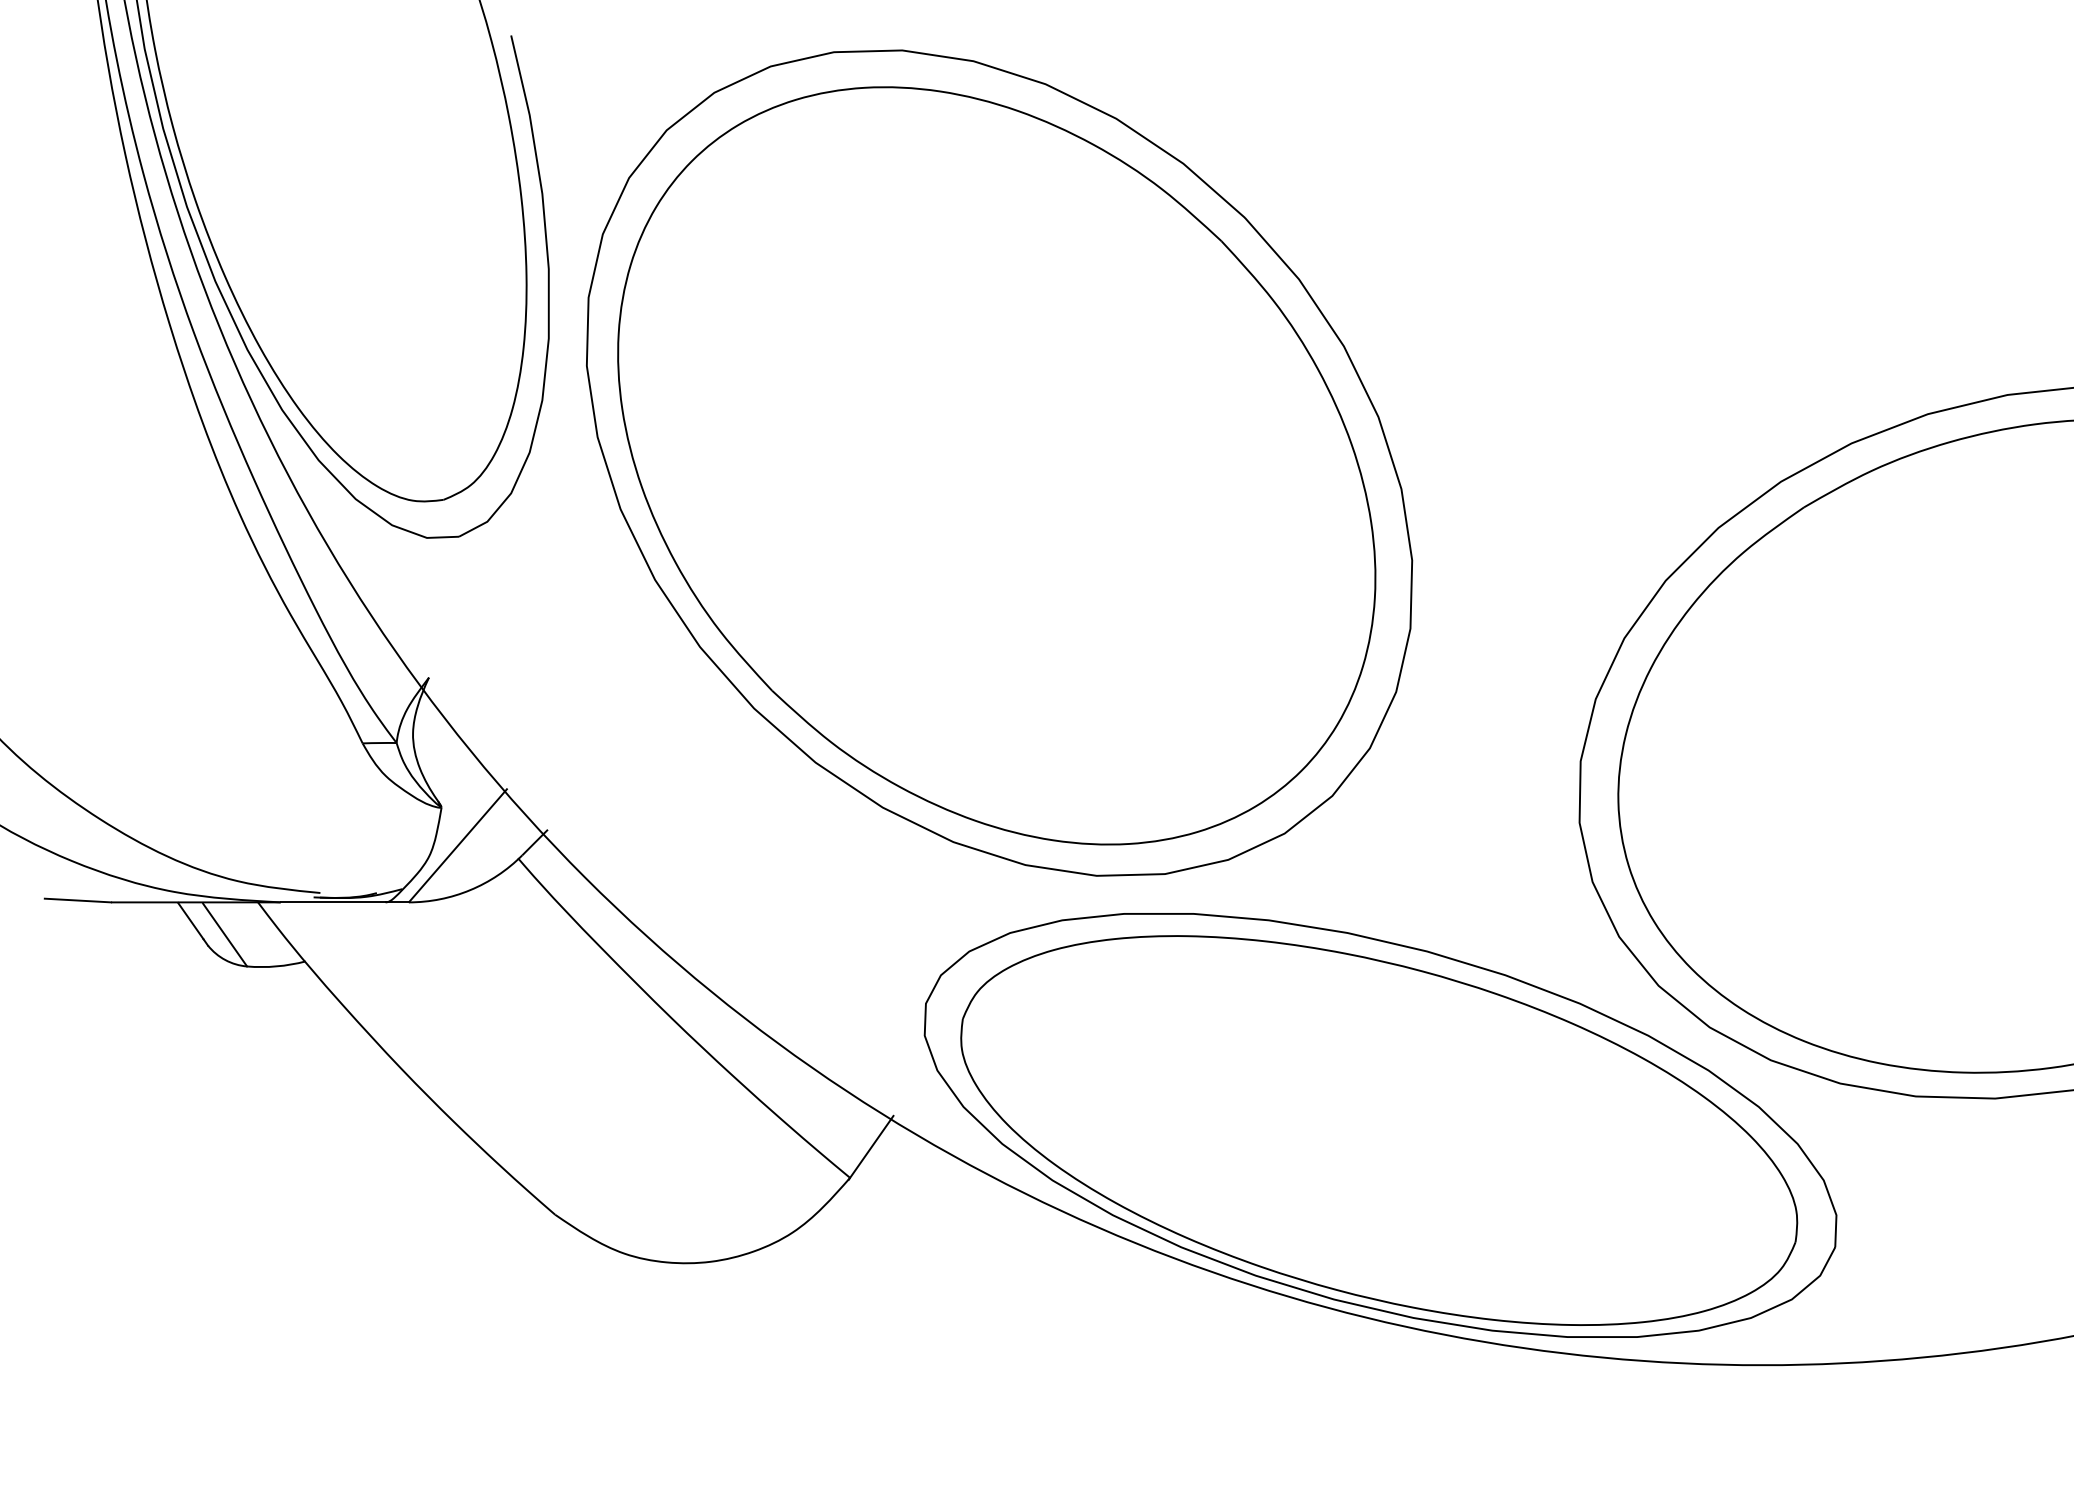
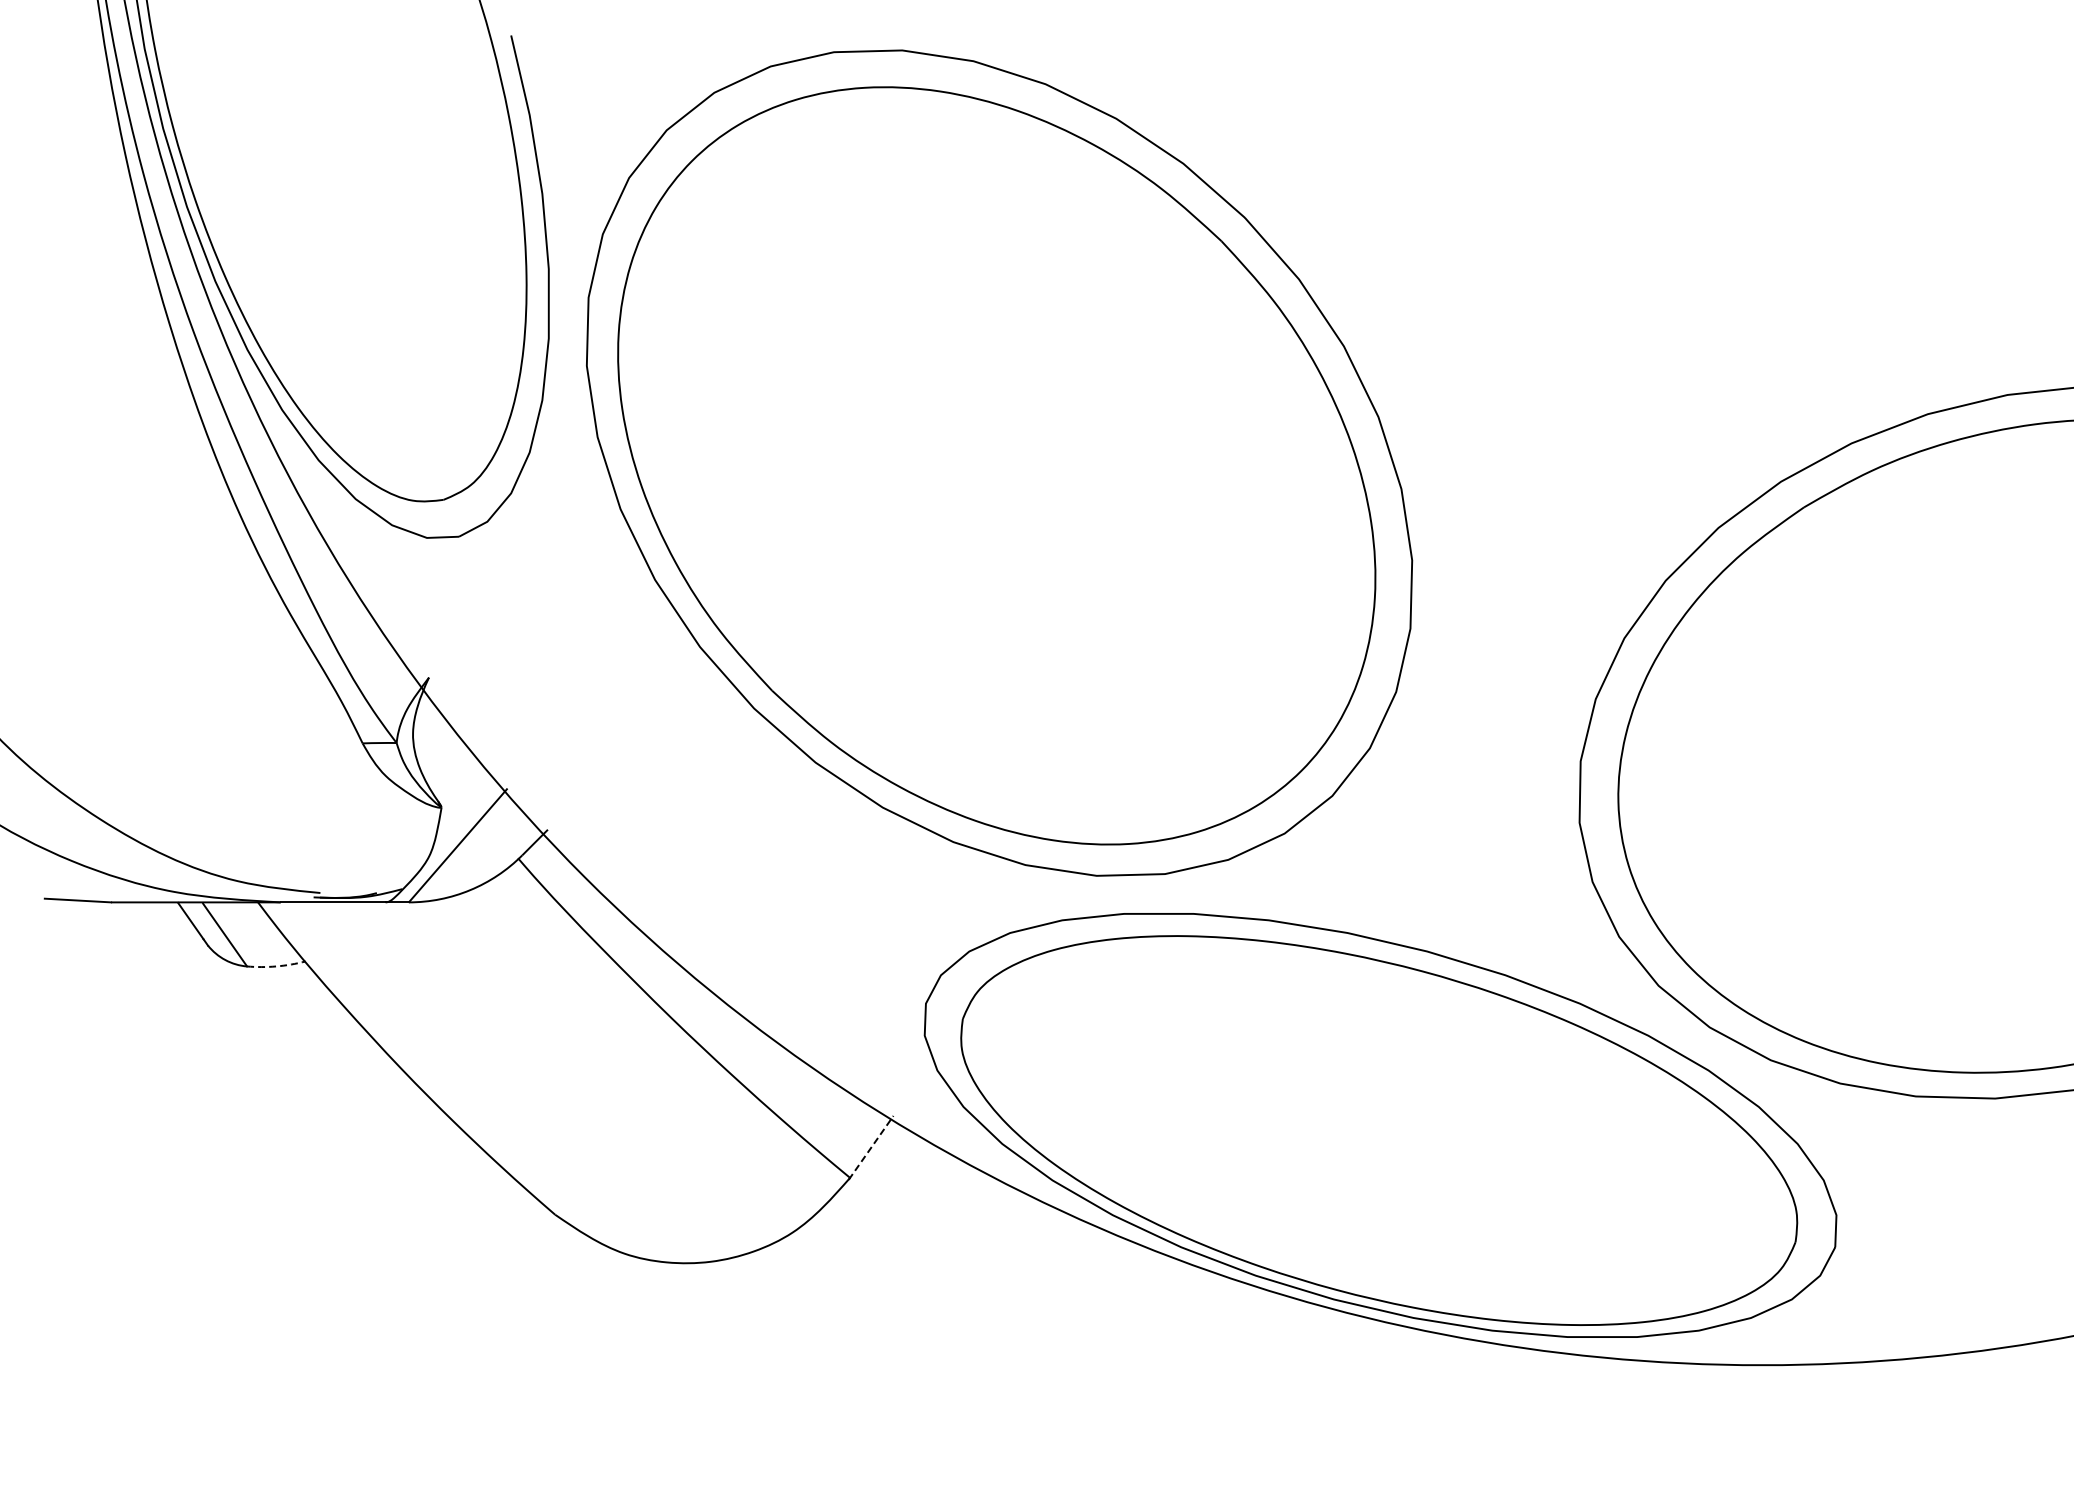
arc at (276, 966): solid -> dashed
line at (871, 1147): solid -> dashed
